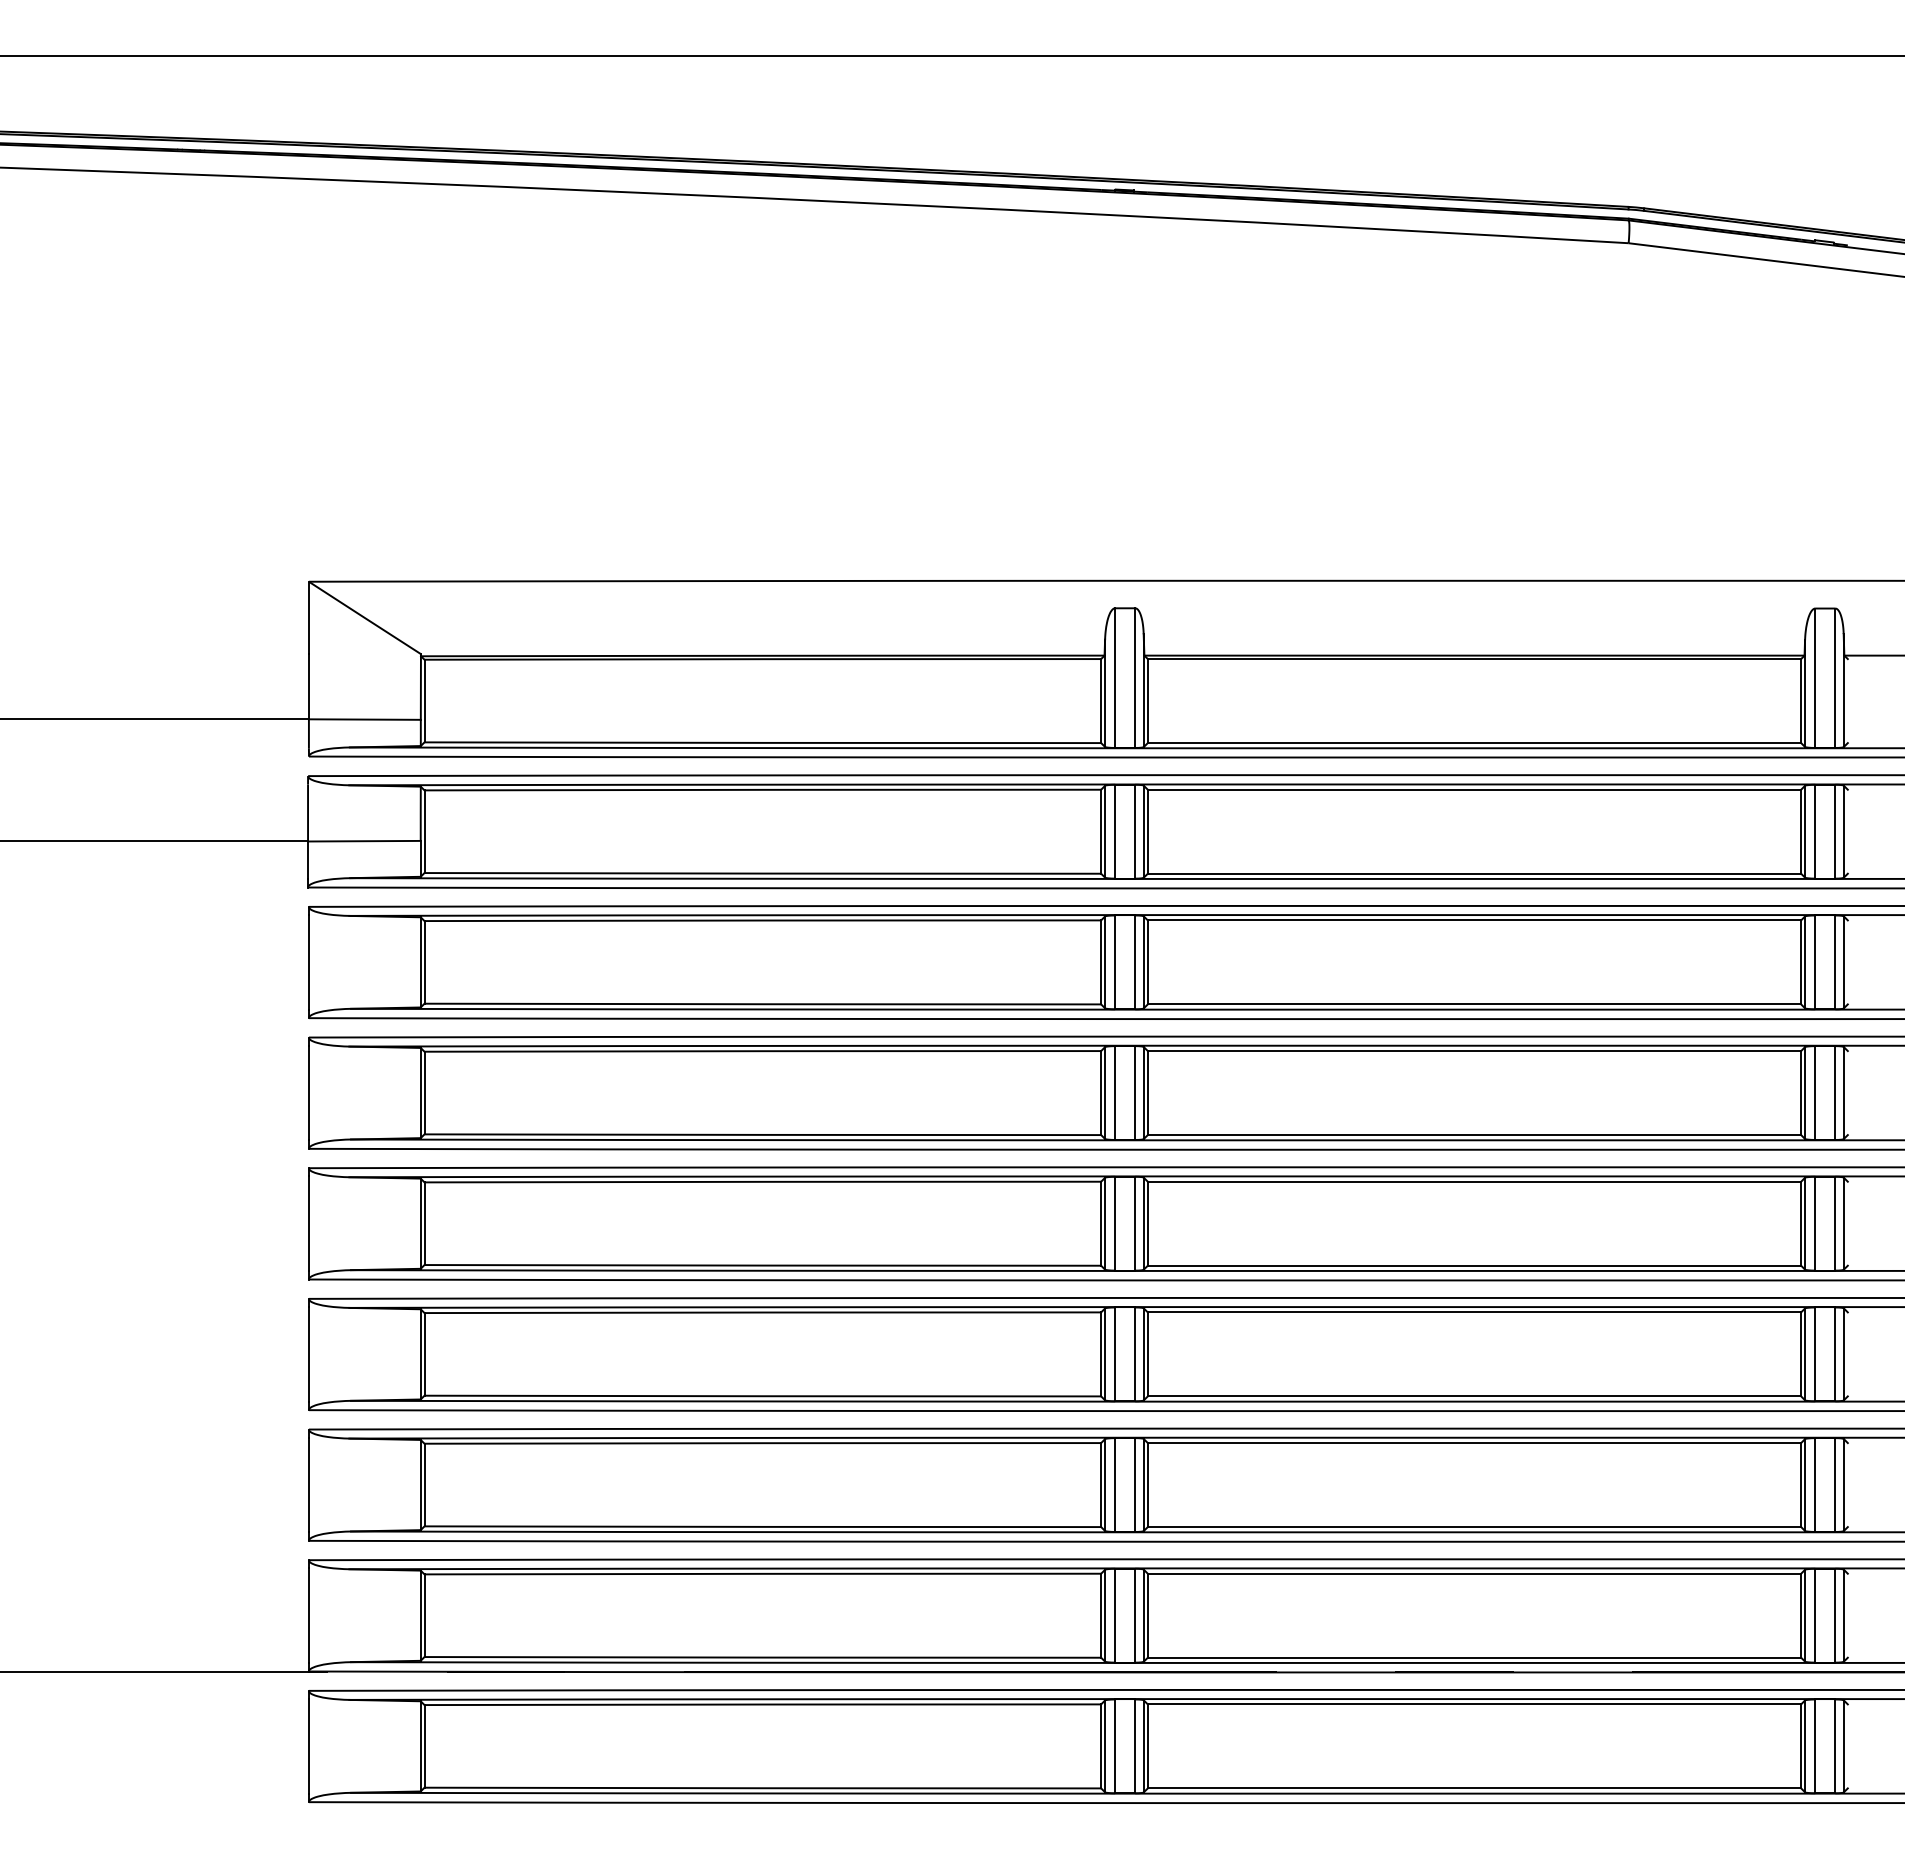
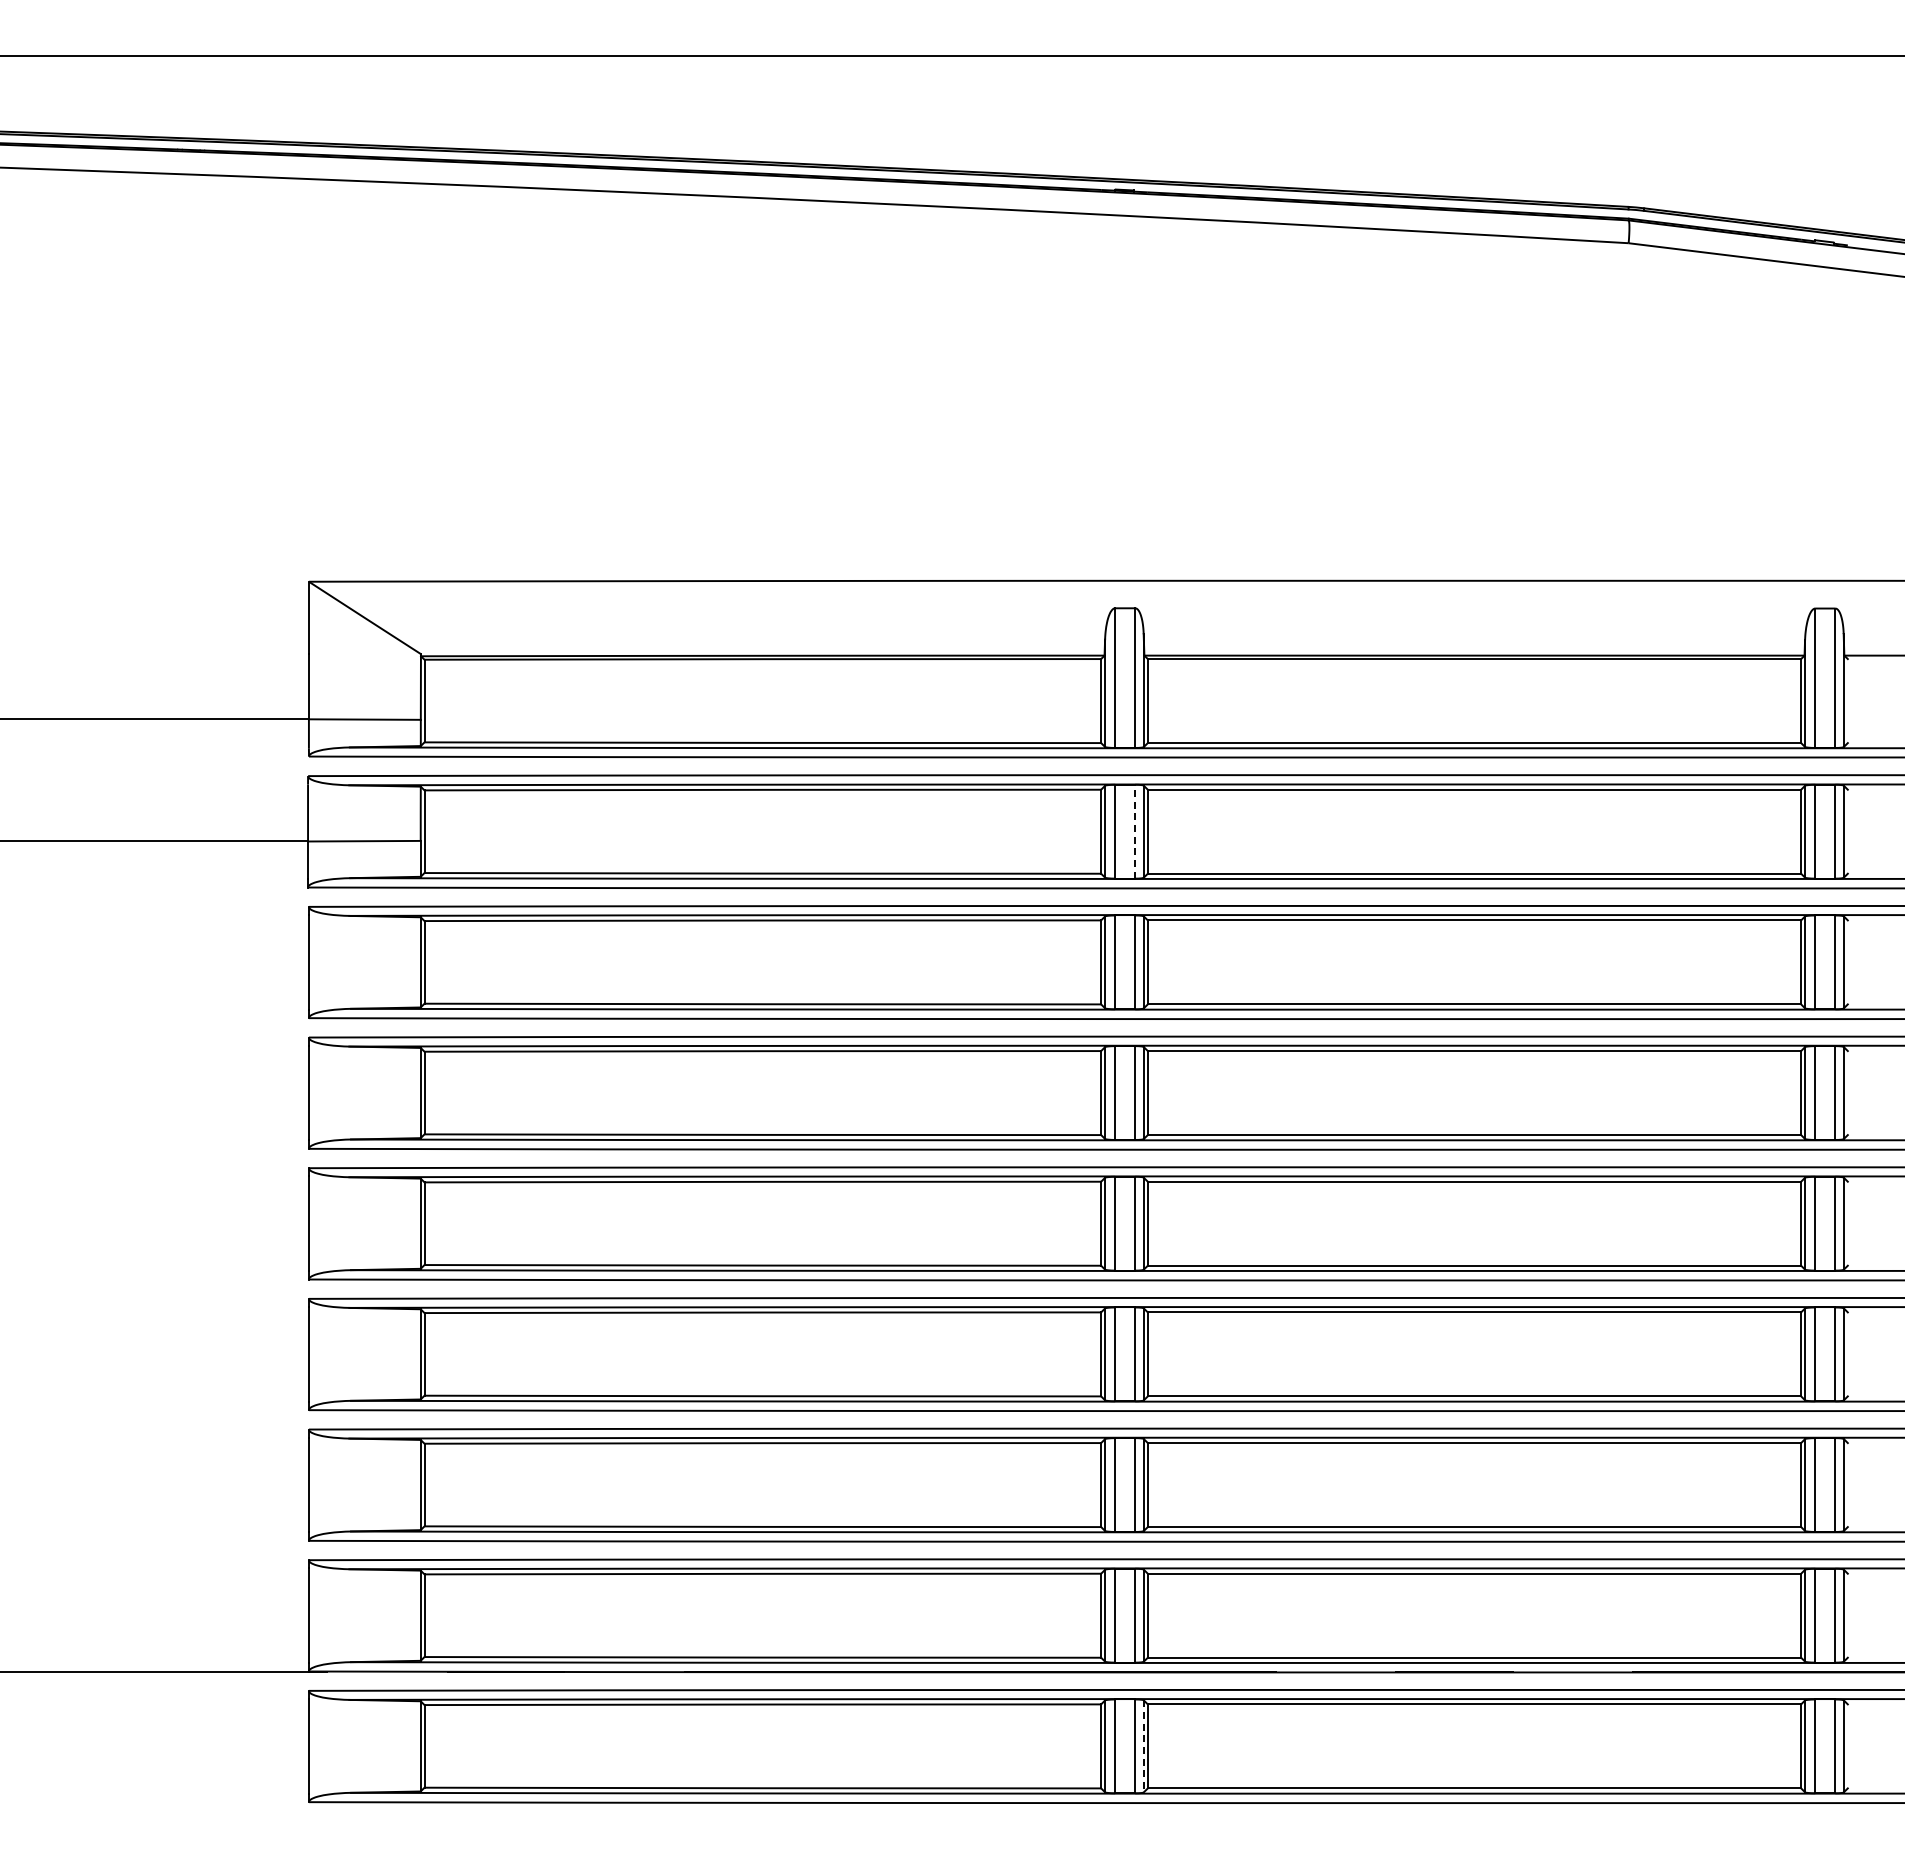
line at (1135, 831): solid -> dashed
line at (1143, 1746): solid -> dashed
